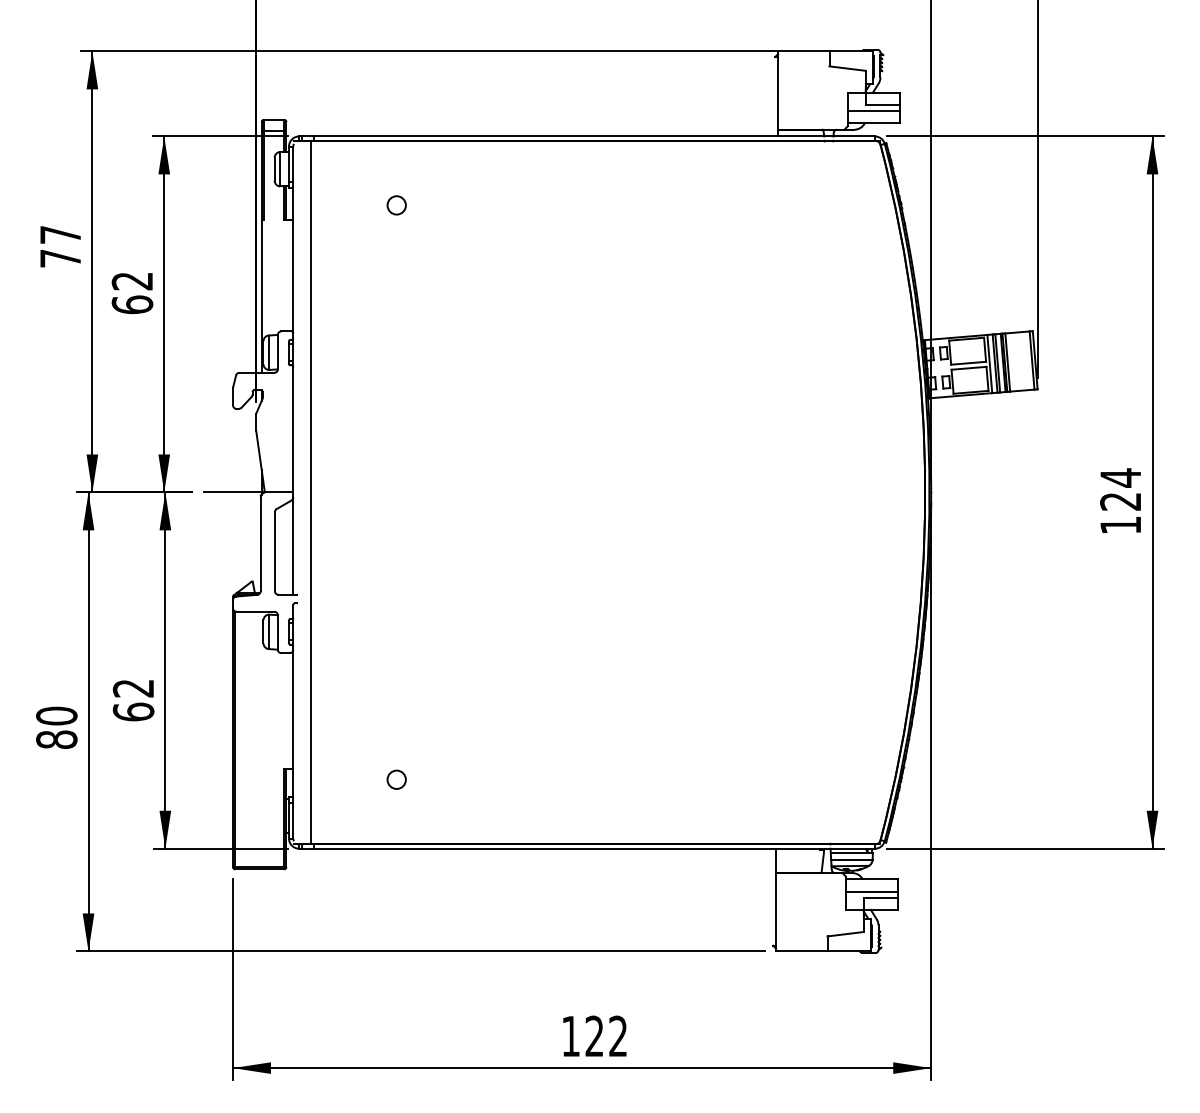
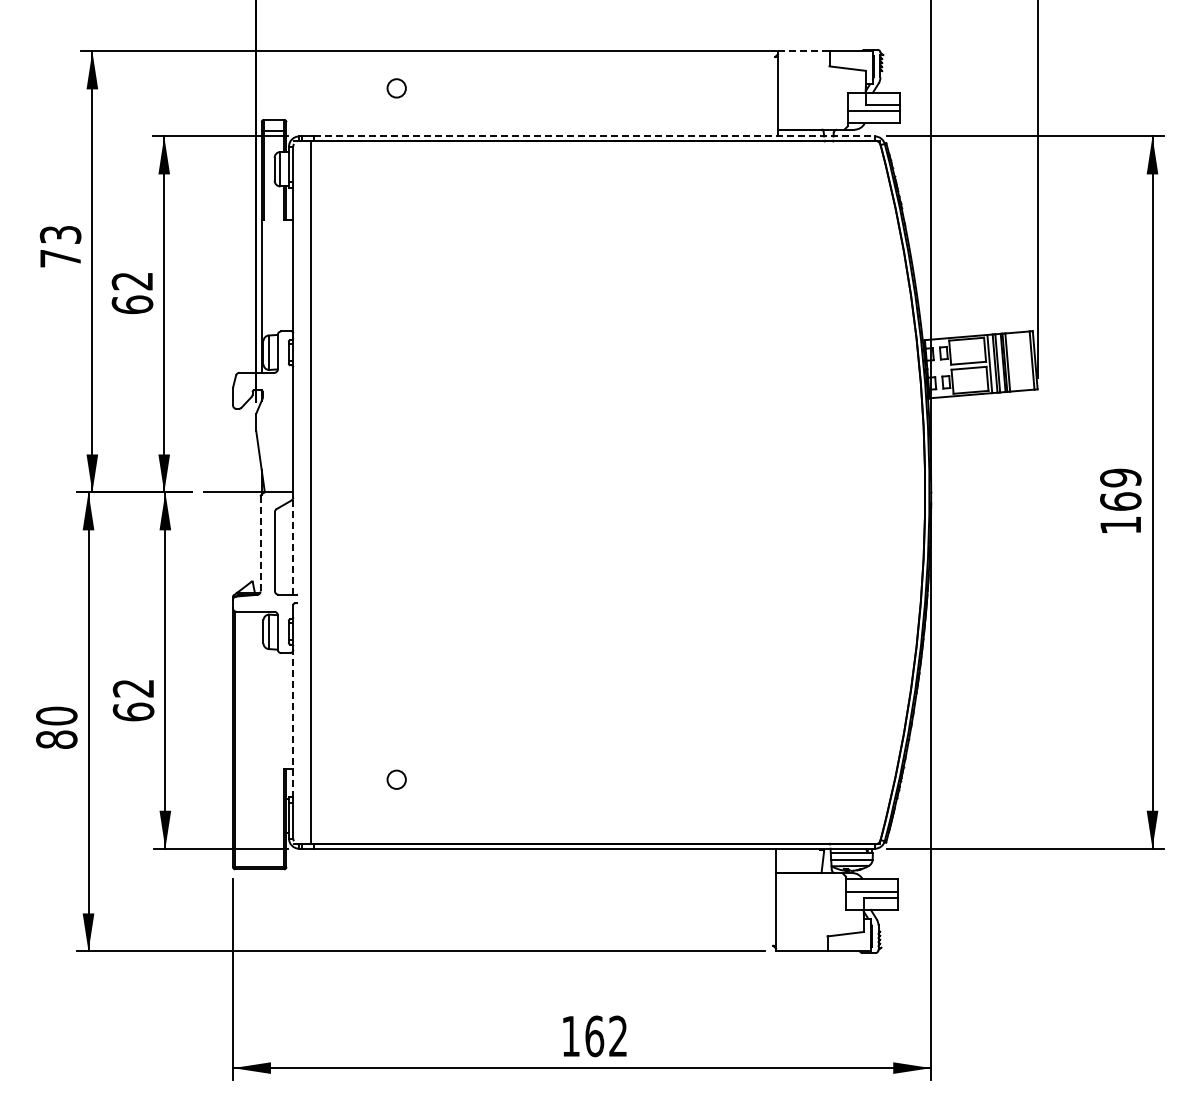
line at (803, 51): solid -> dashed
line at (595, 136): solid -> dashed
circle at (396, 205) position: (396, 205) -> (396, 88)
text at (60, 234): 77 -> 73
text at (1120, 489): 124 -> 169
line at (260, 543): solid -> dashed
line at (293, 546): solid -> dashed
line at (293, 723): solid -> dashed
text at (594, 1036): 122 -> 162
